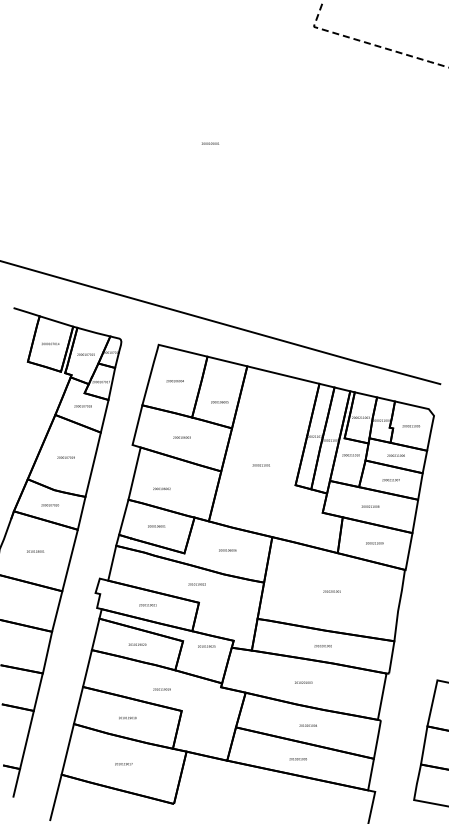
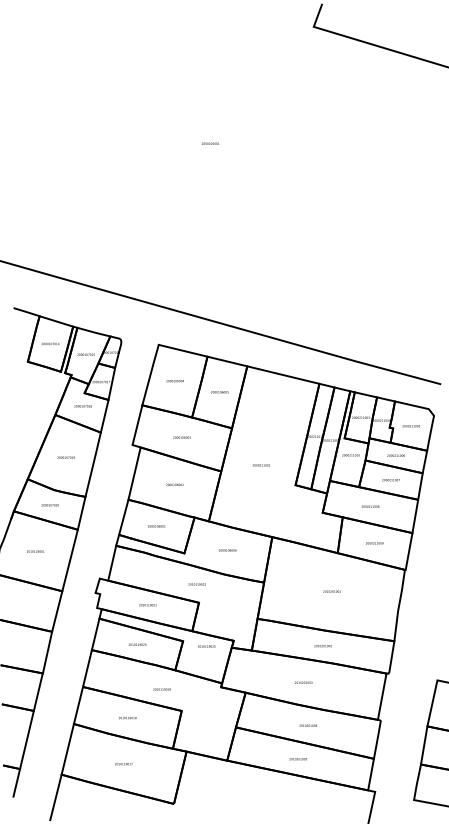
line at (369, 43): dashed -> solid
text at (219, 402) position: (219, 402) -> (219, 392)
text at (161, 488) position: (161, 488) -> (174, 484)
